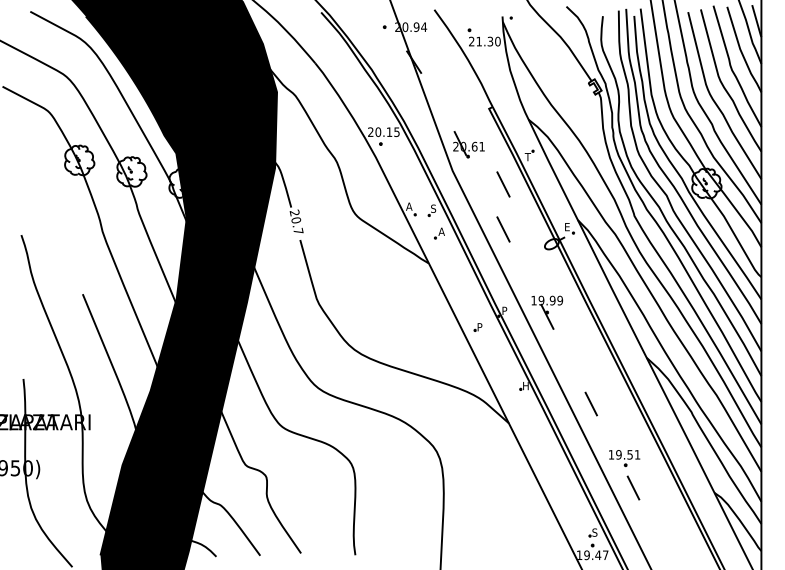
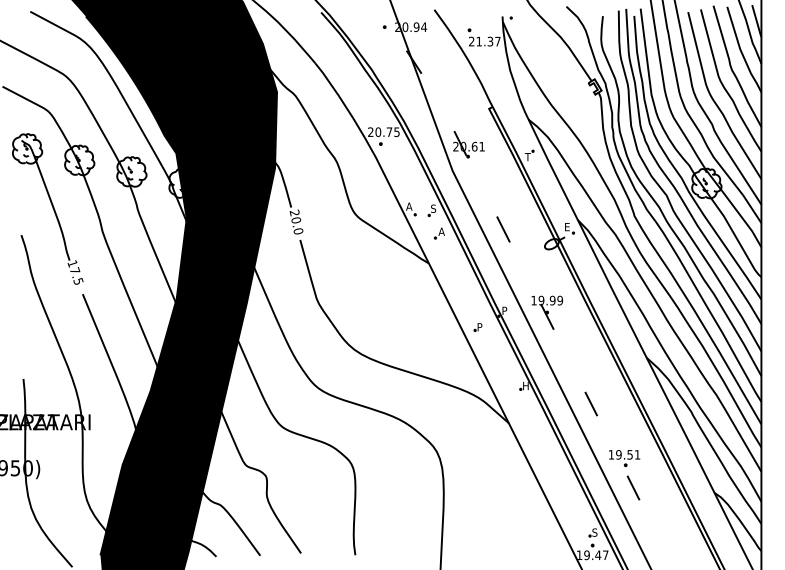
text at (497, 41): 21.30 -> 21.37
text at (389, 131): 20.15 -> 20.75
line at (503, 184): present -> none
part at (47, 208): none -> present
text at (298, 230): 20.7 -> 20.0
